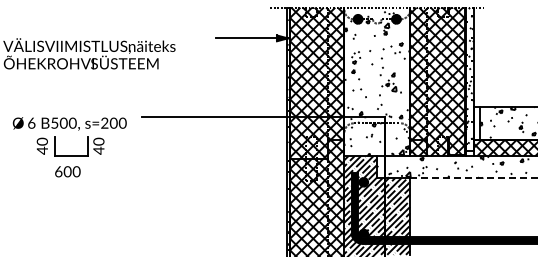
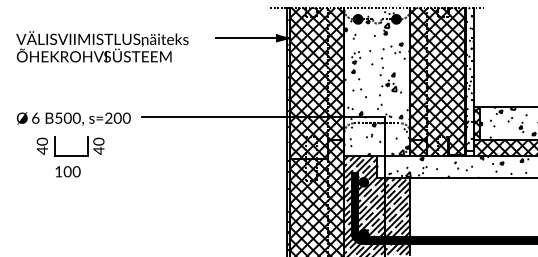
text at (89, 53) position: (89, 53) -> (102, 46)
hatch at (476, 122): none -> present
text at (69, 123) position: (69, 123) -> (73, 118)
text at (58, 171): 600 -> 100
line at (474, 178): dashed -> solid
